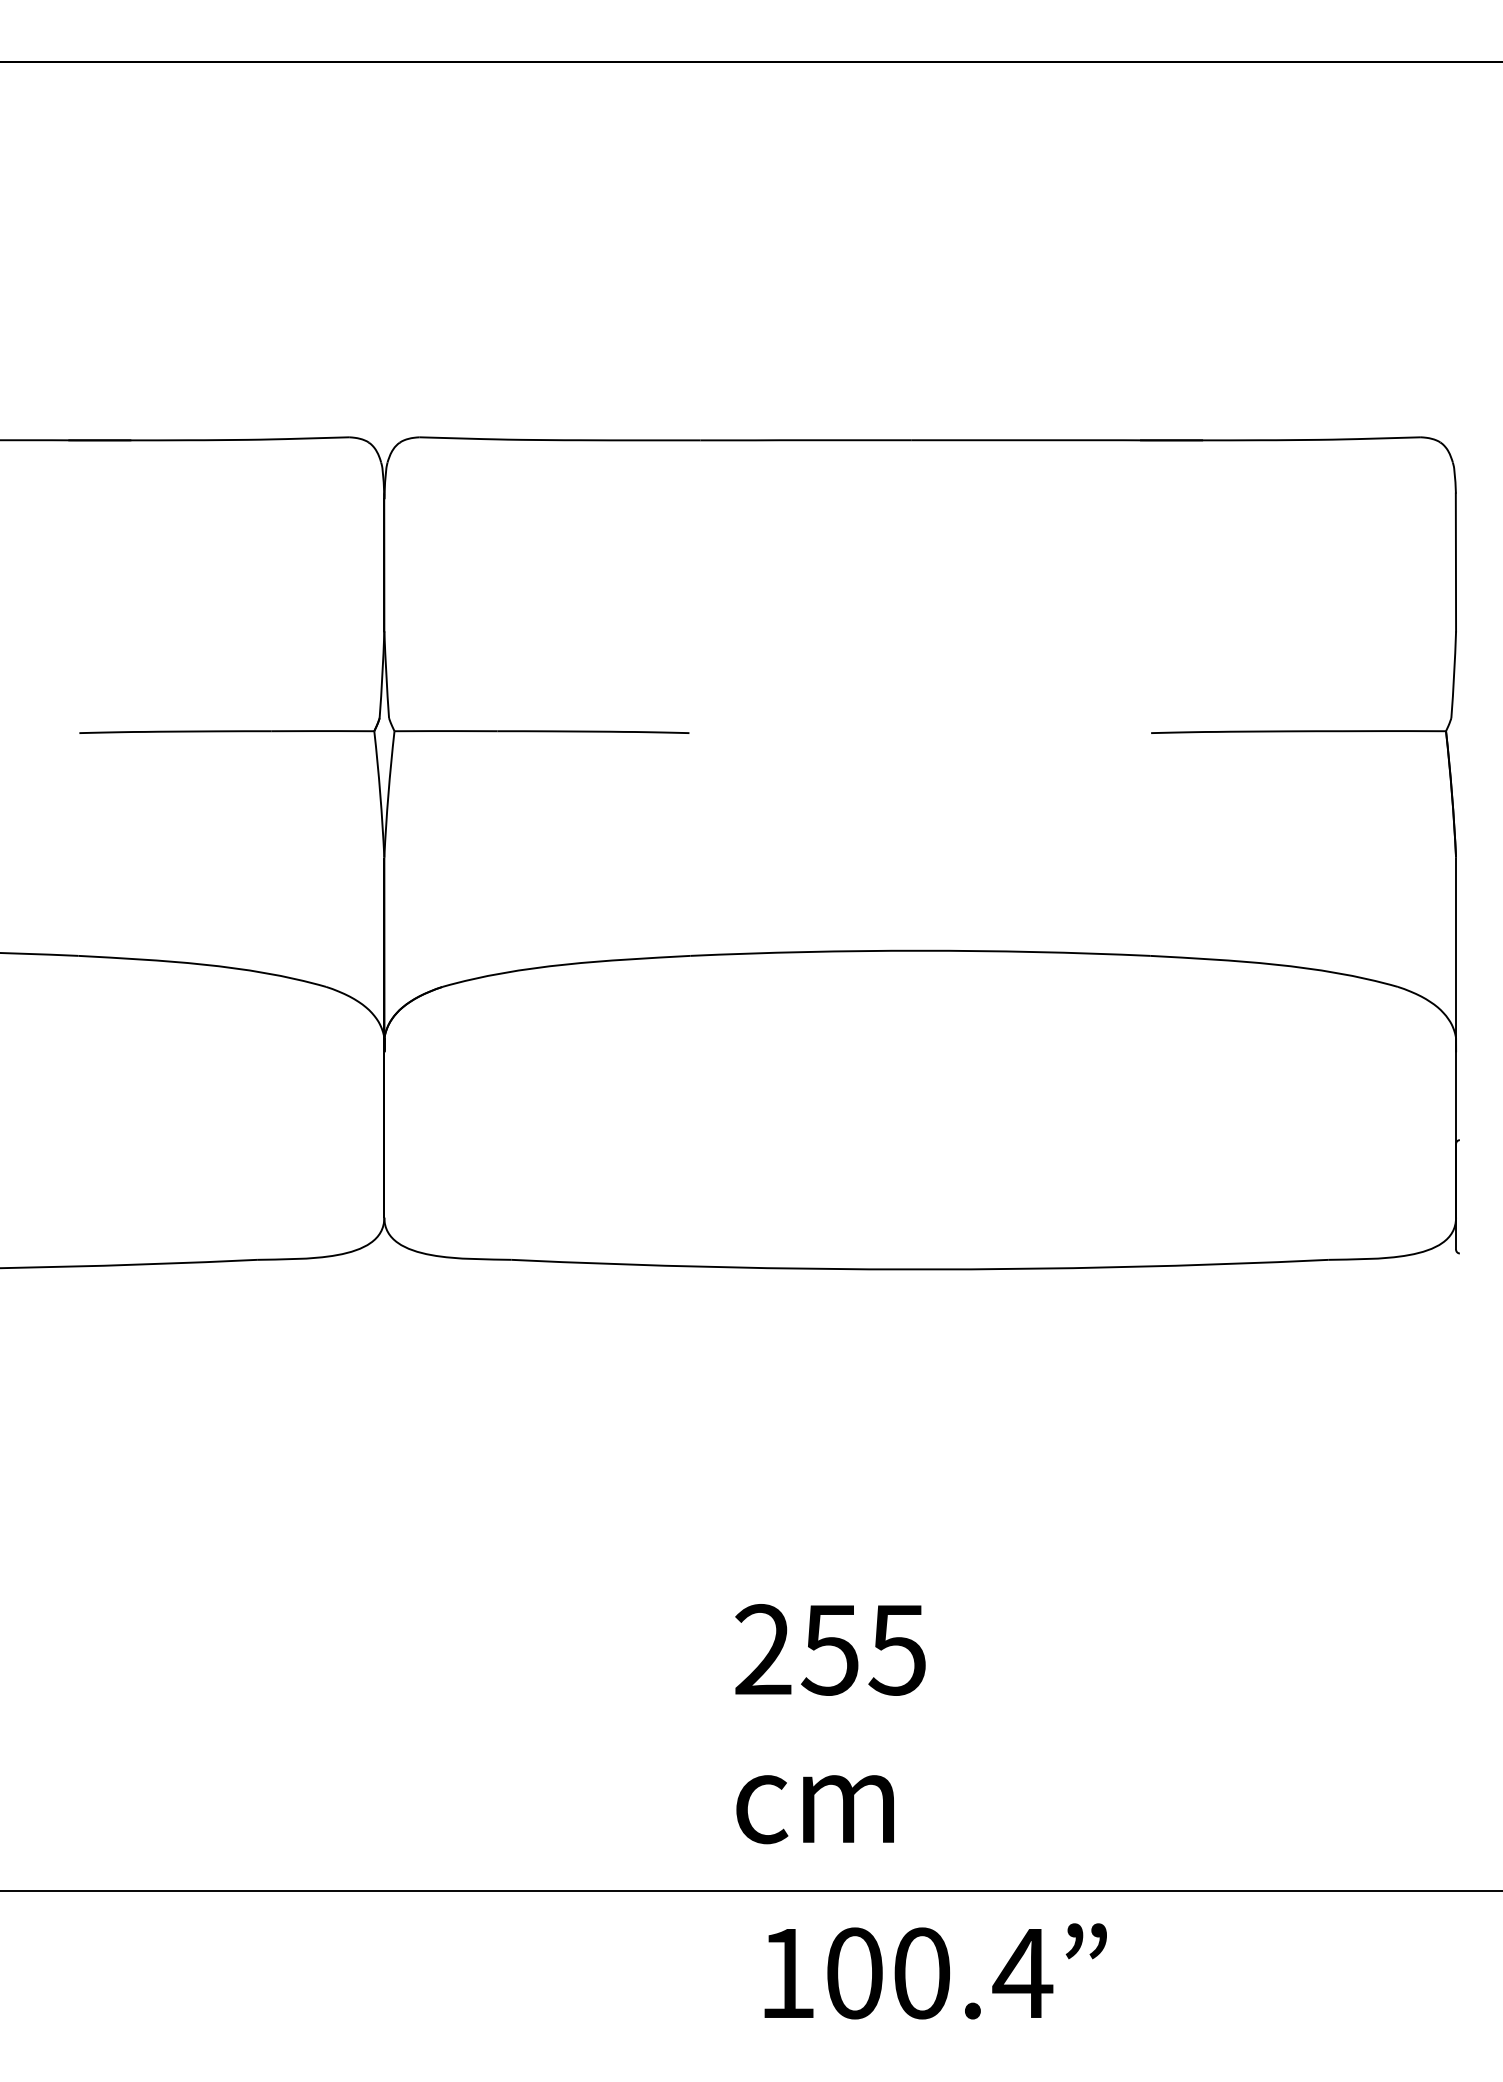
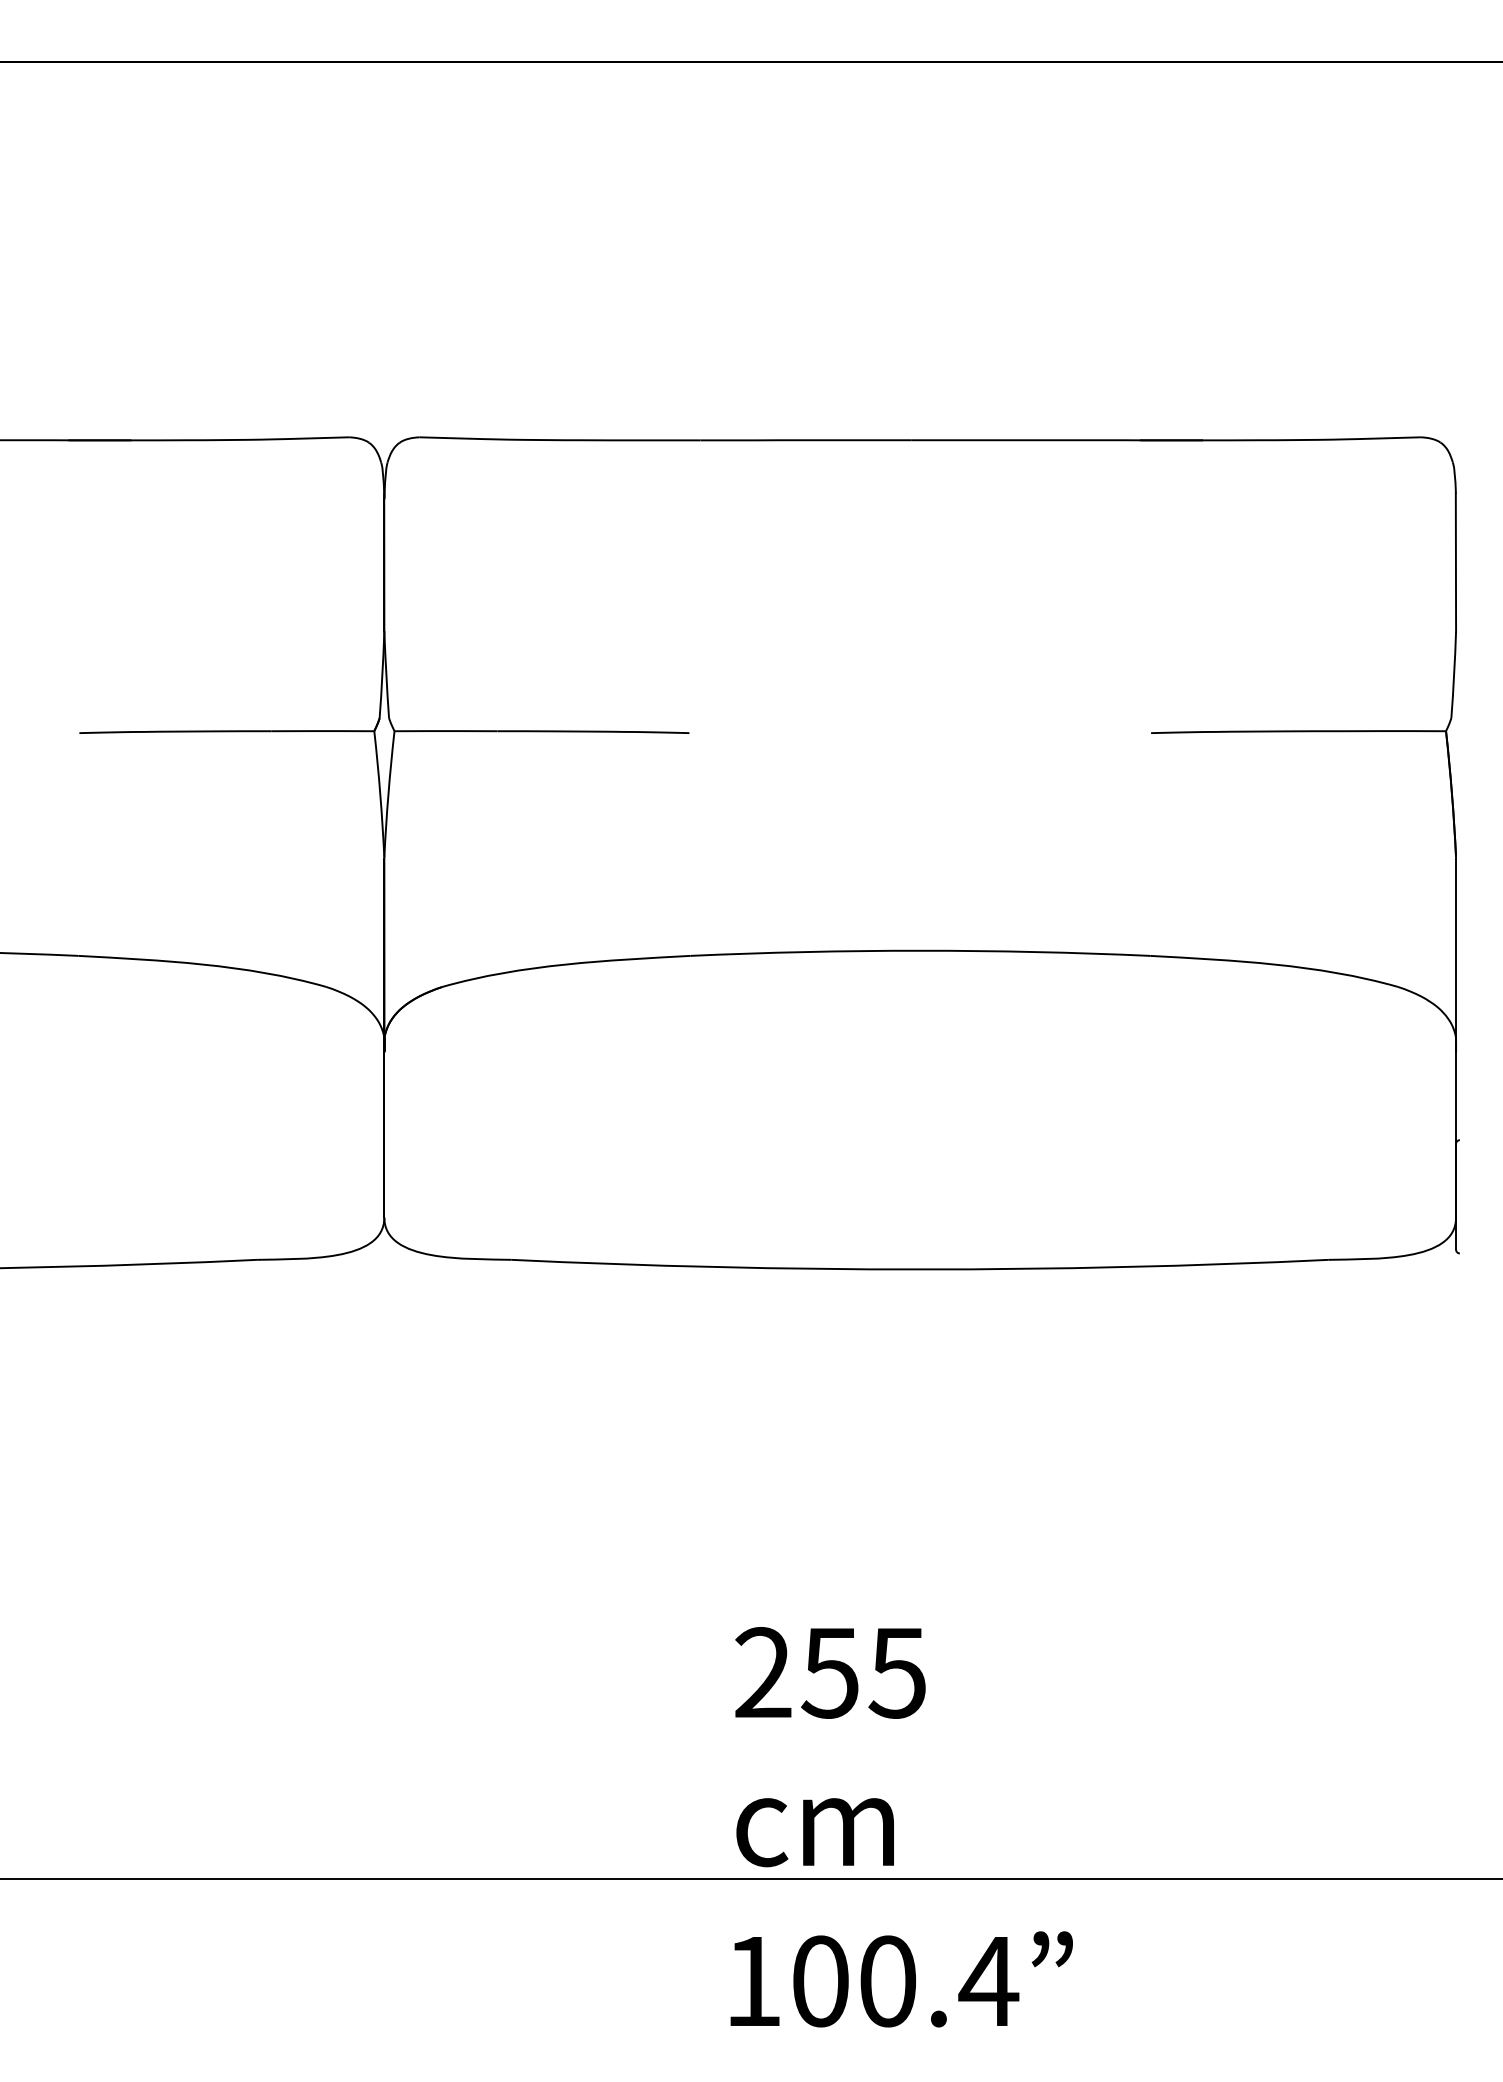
text at (830, 1724) position: (830, 1724) -> (830, 1747)
line at (750, 1891) position: (750, 1891) -> (750, 1879)
text at (935, 1971) position: (935, 1971) -> (901, 1979)
